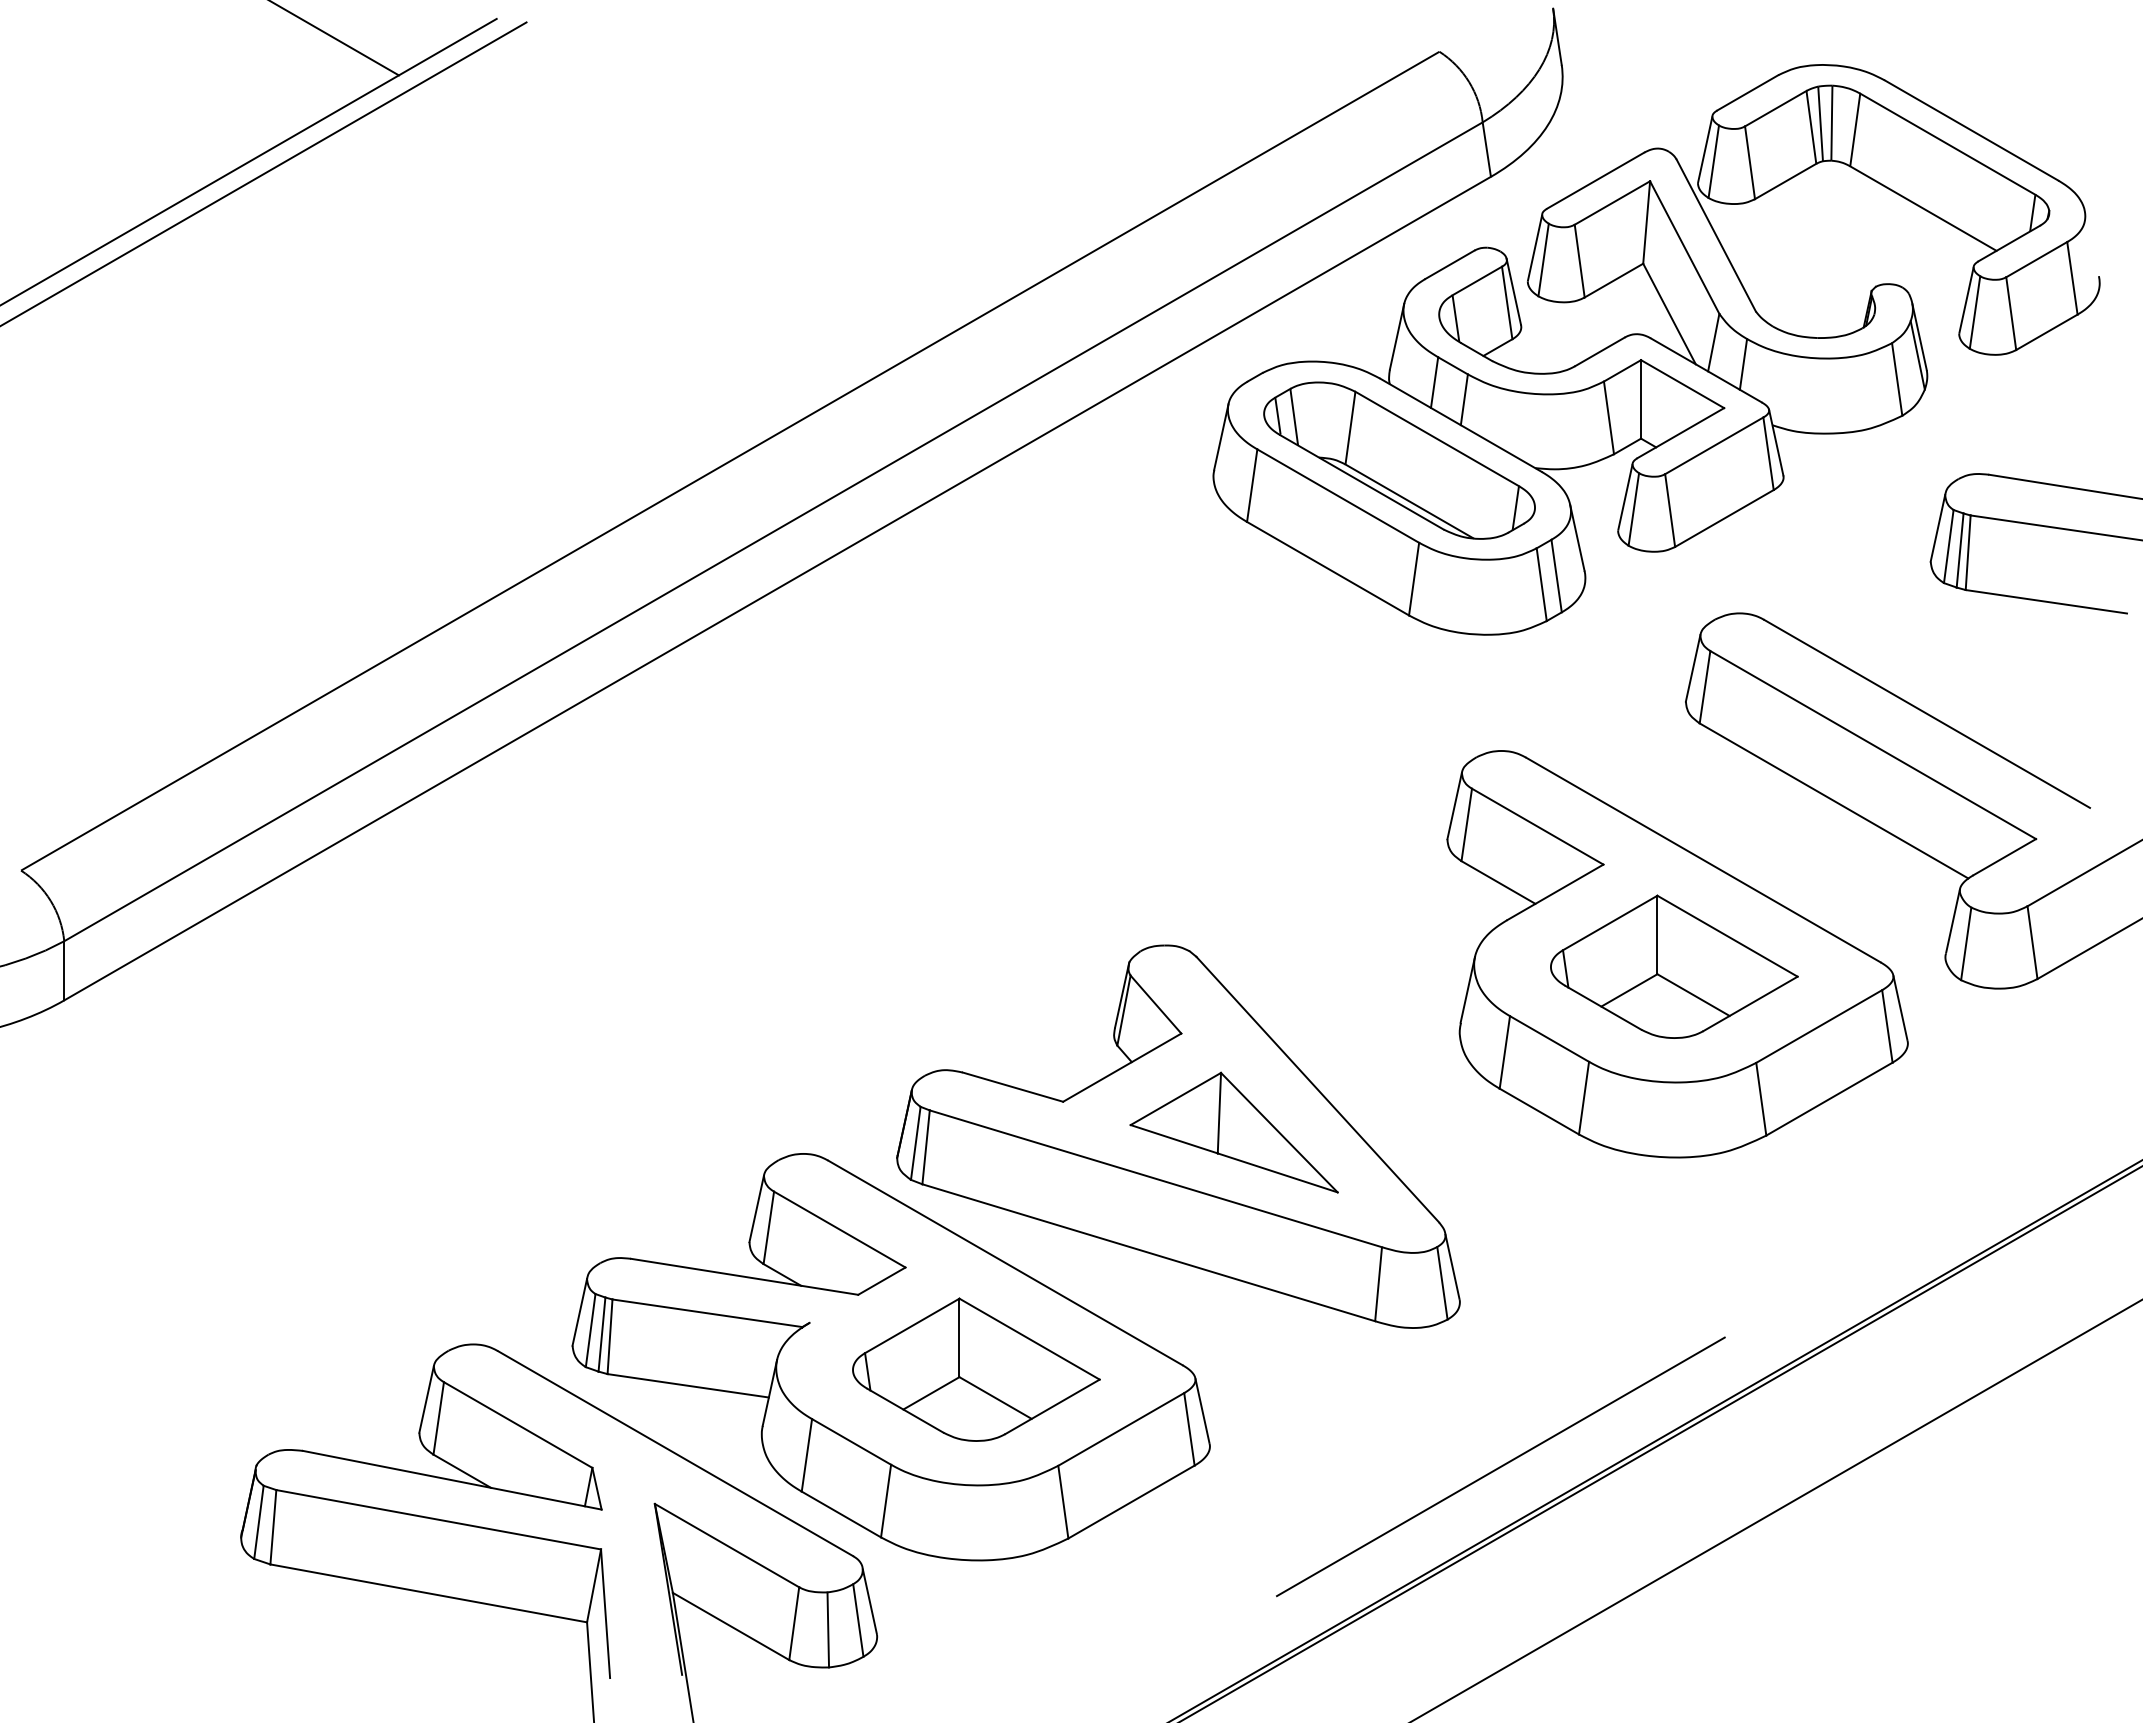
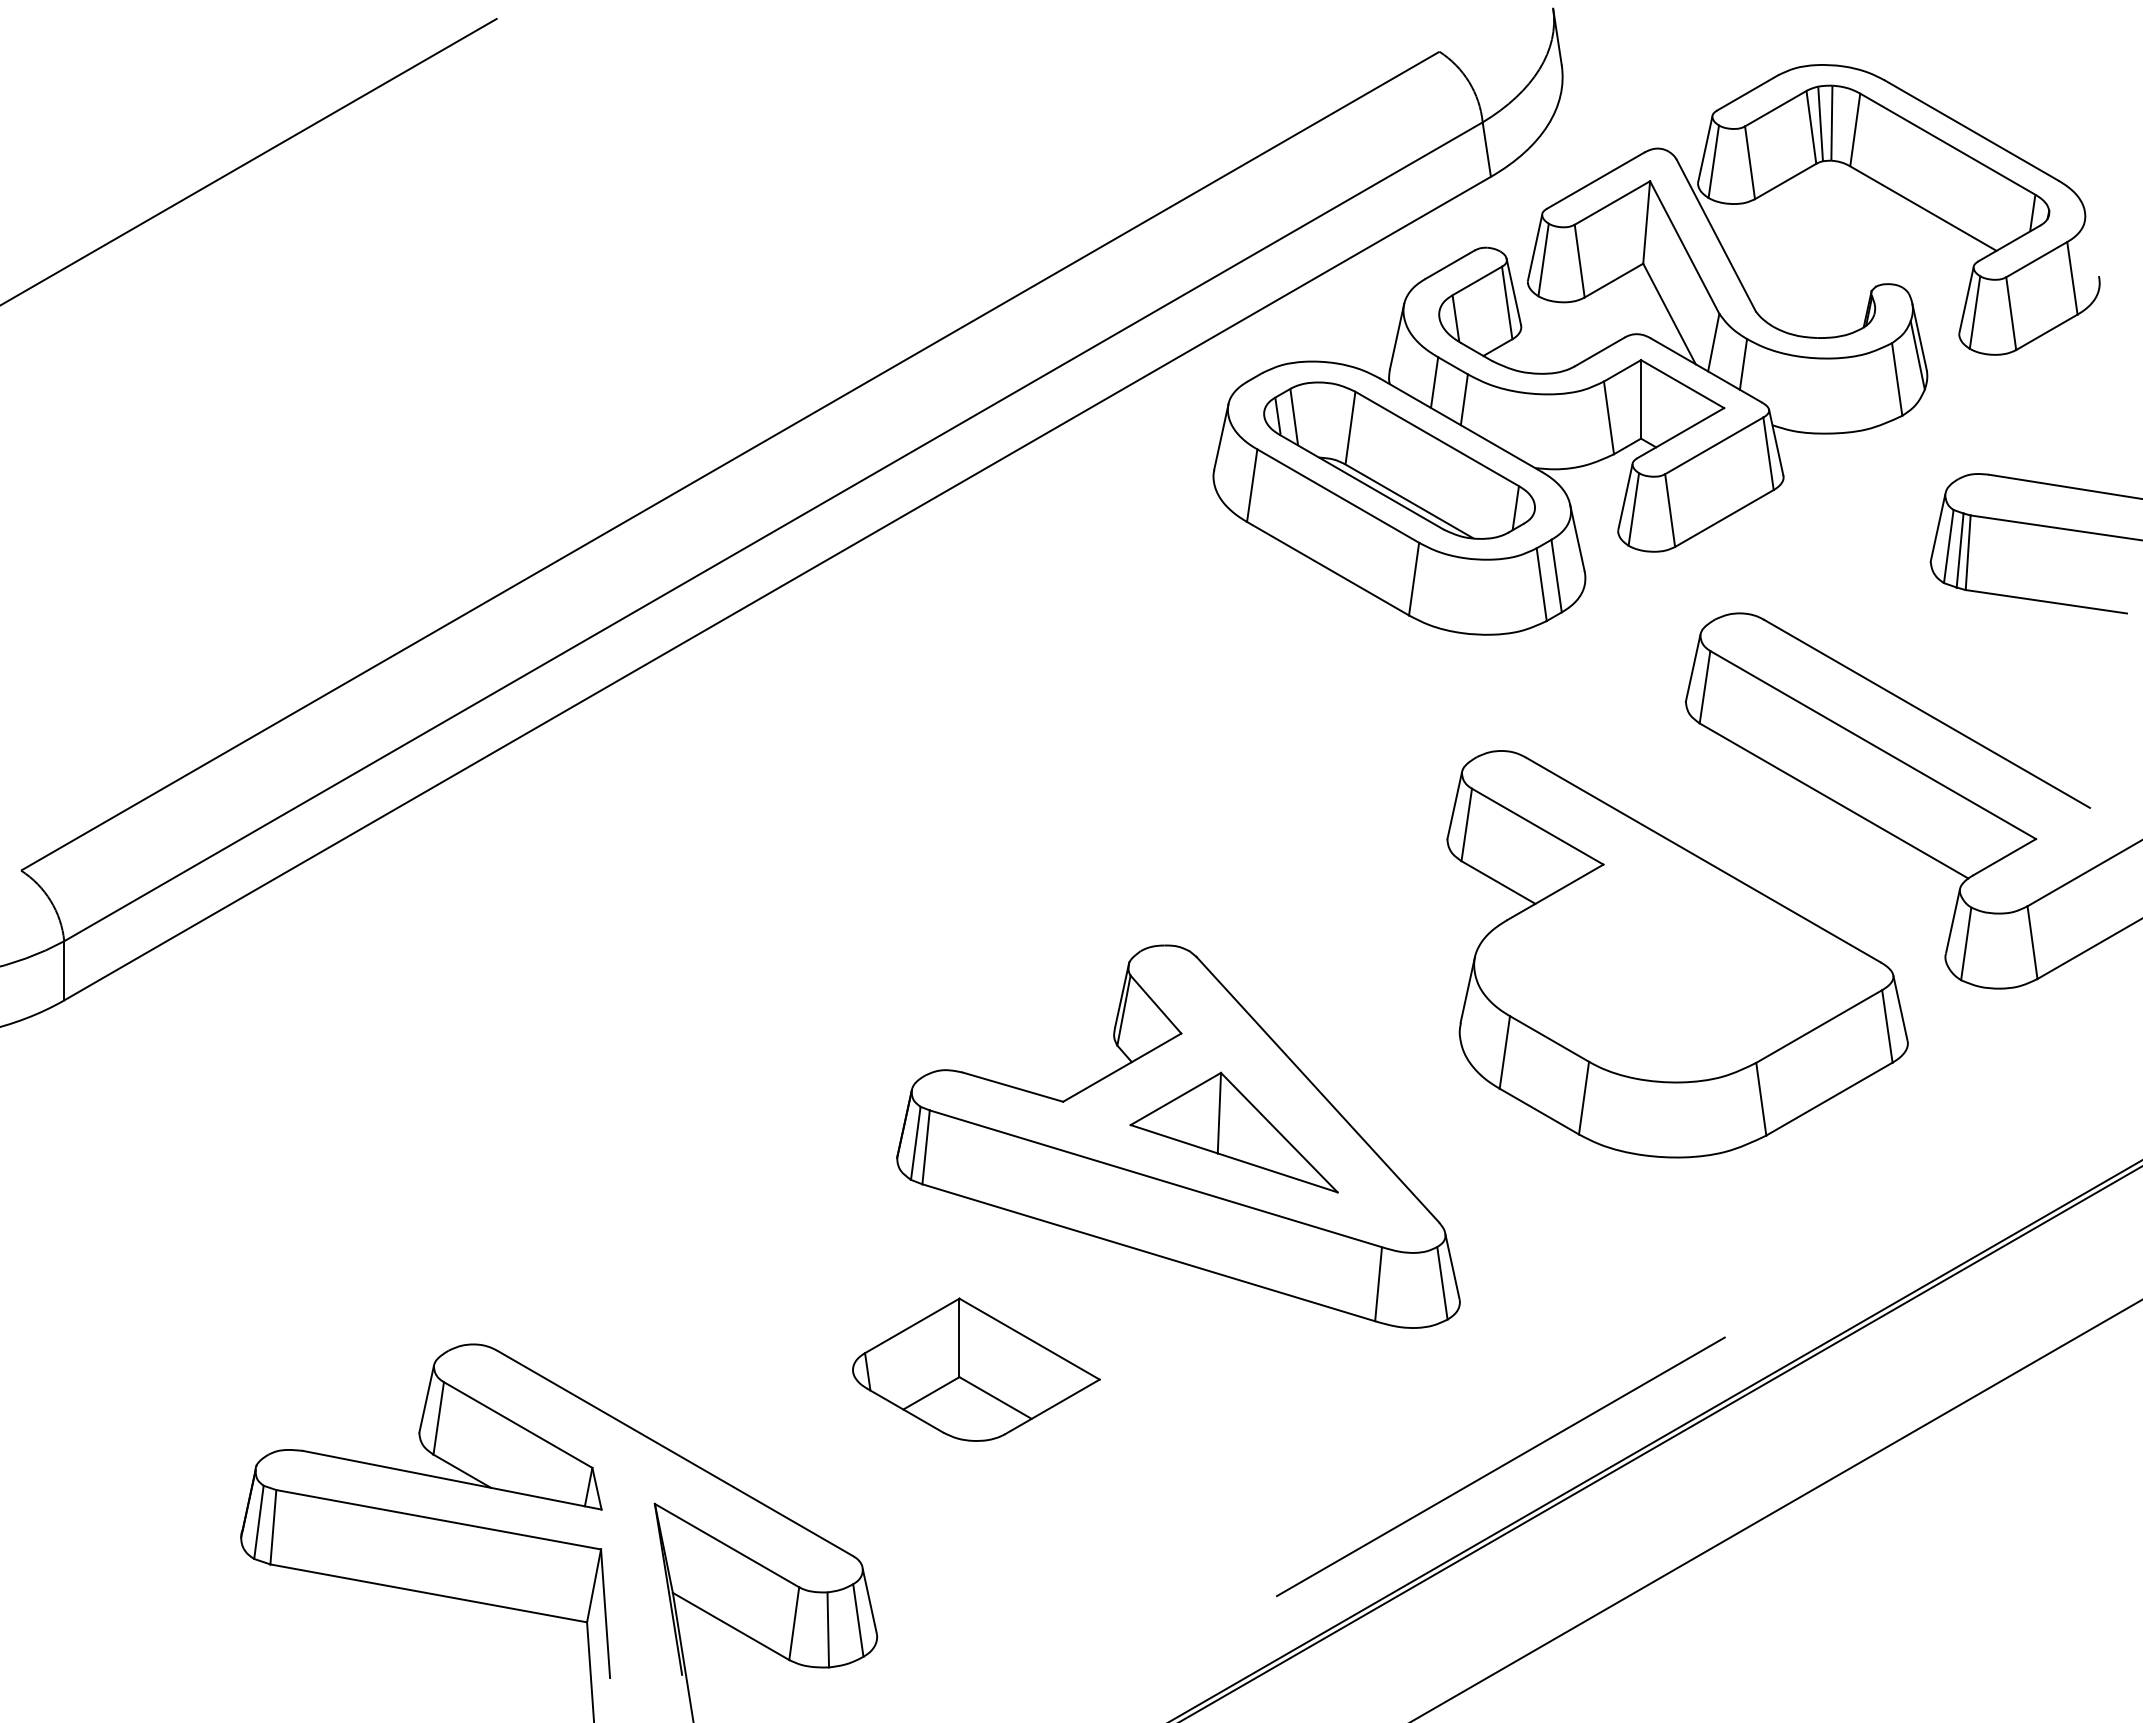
line at (335, 38): present -> none
line at (264, 173): present -> none
part at (1674, 966): present -> none
part at (890, 1357): present -> none
